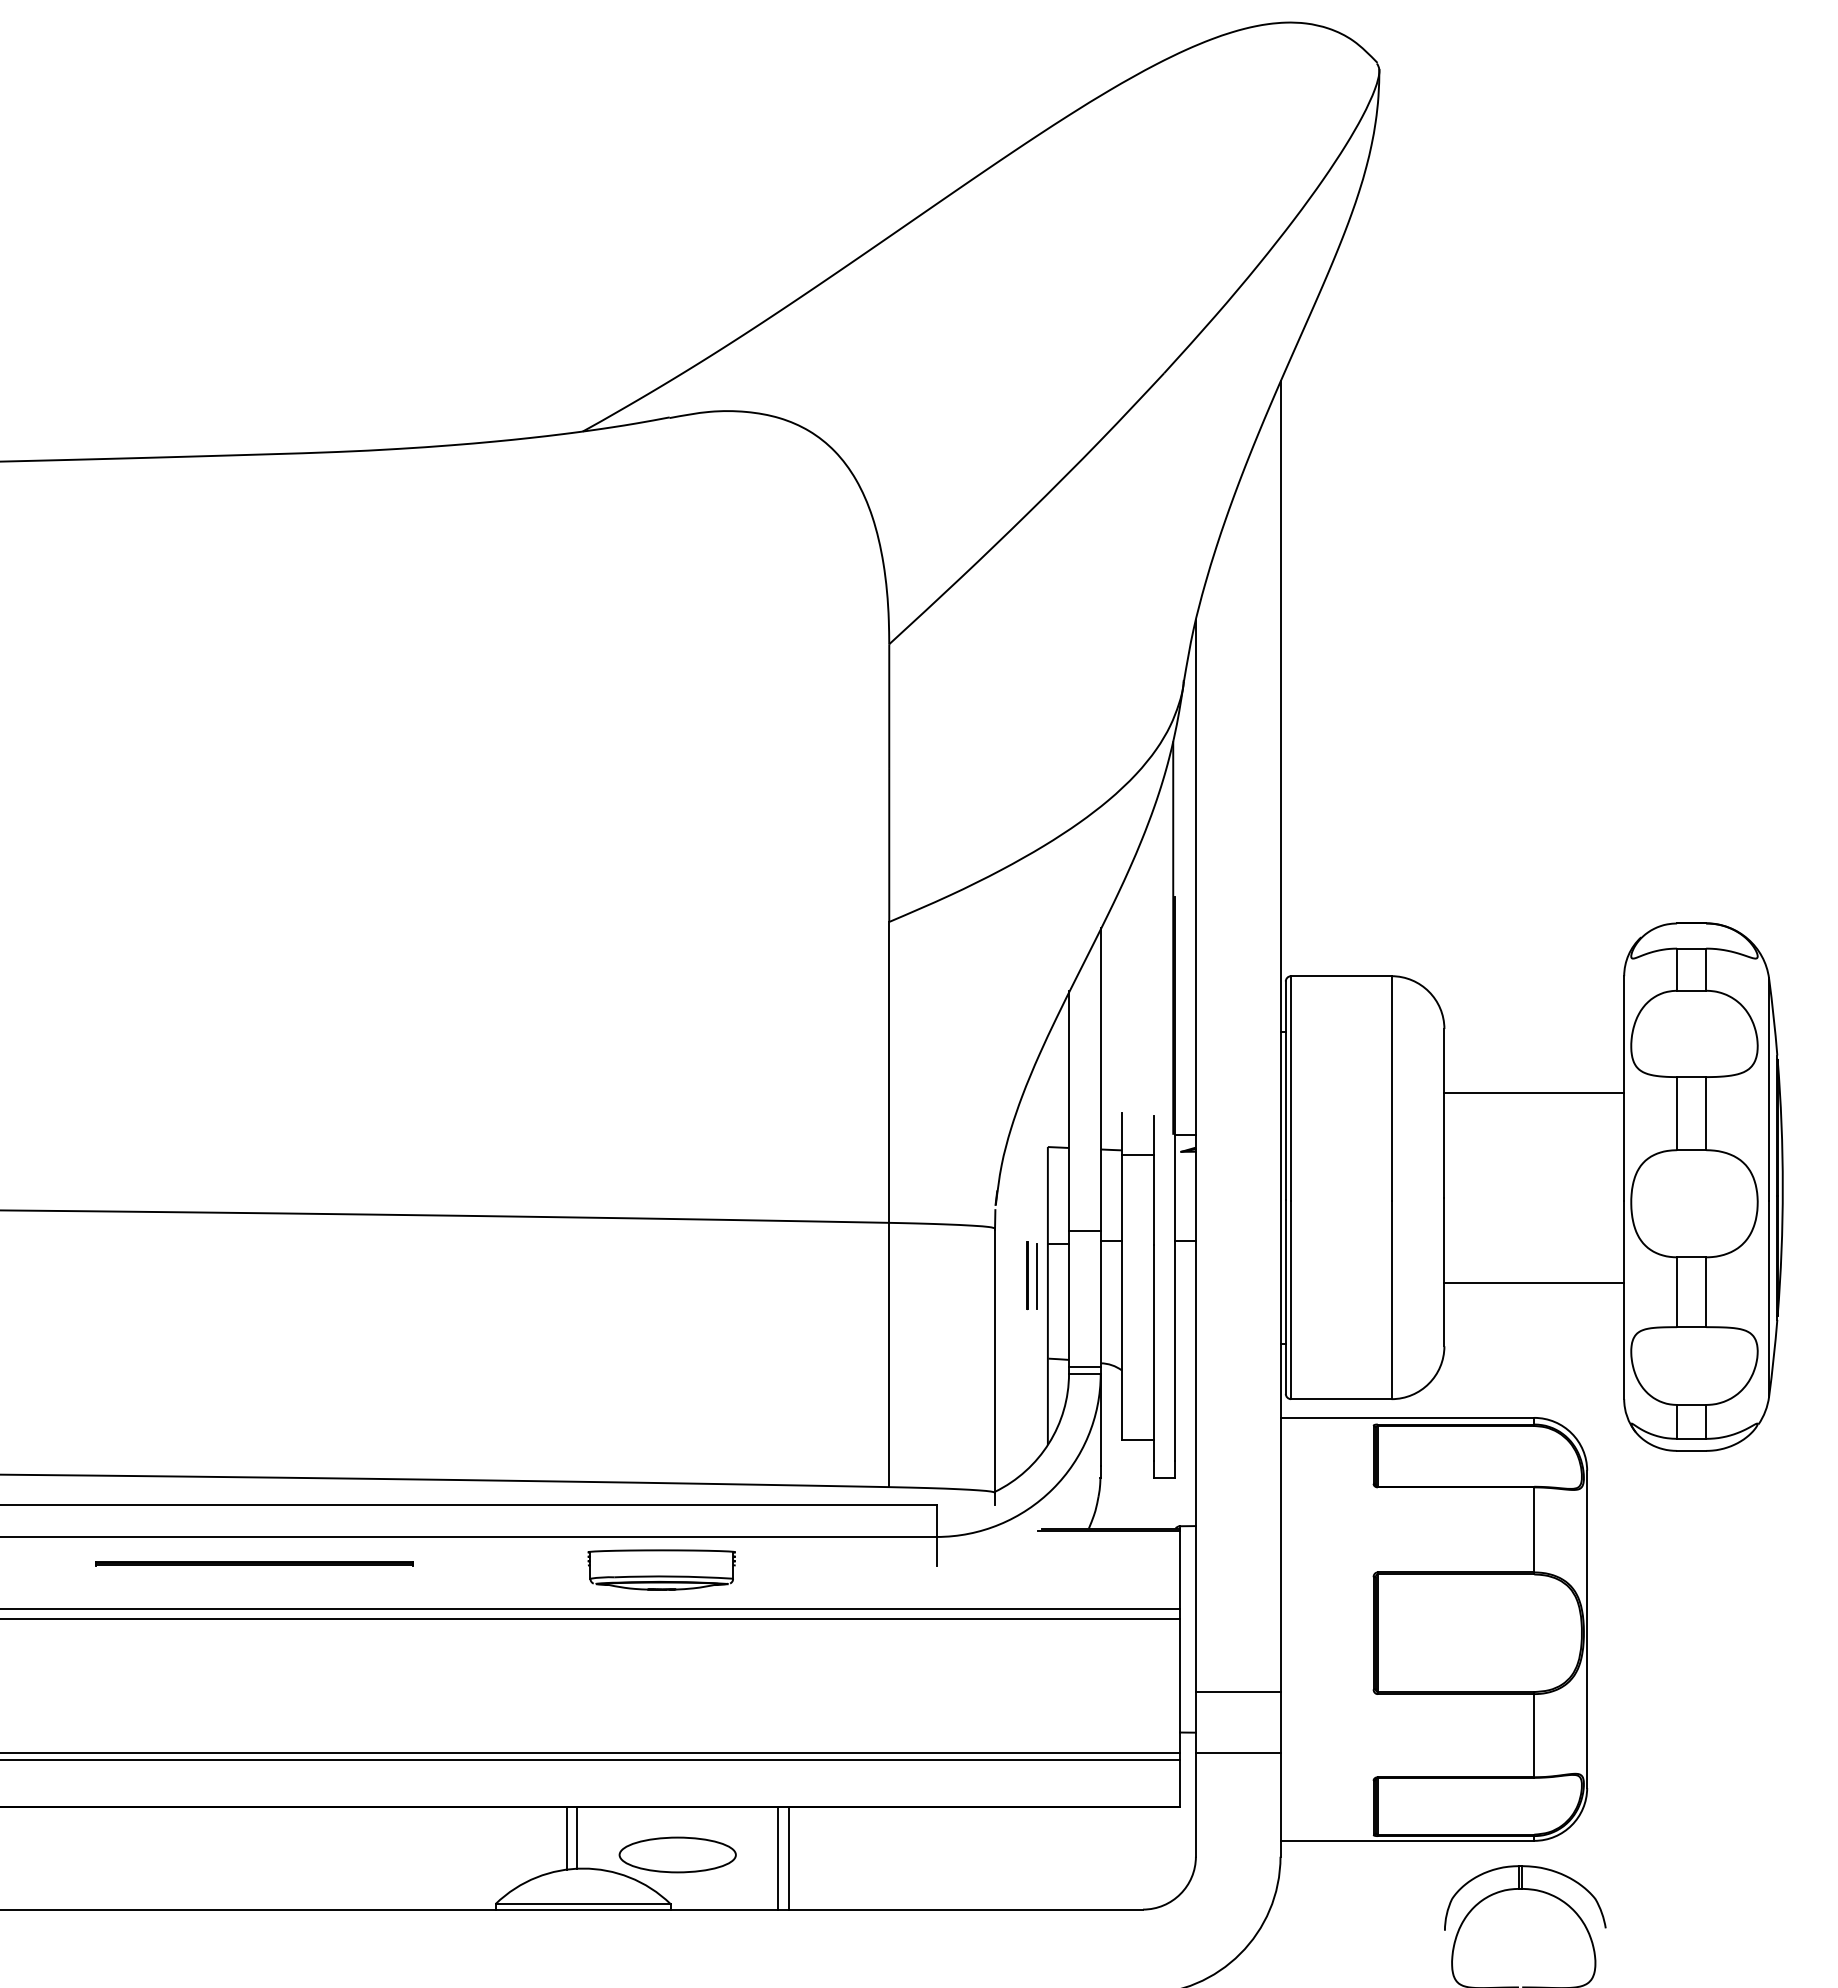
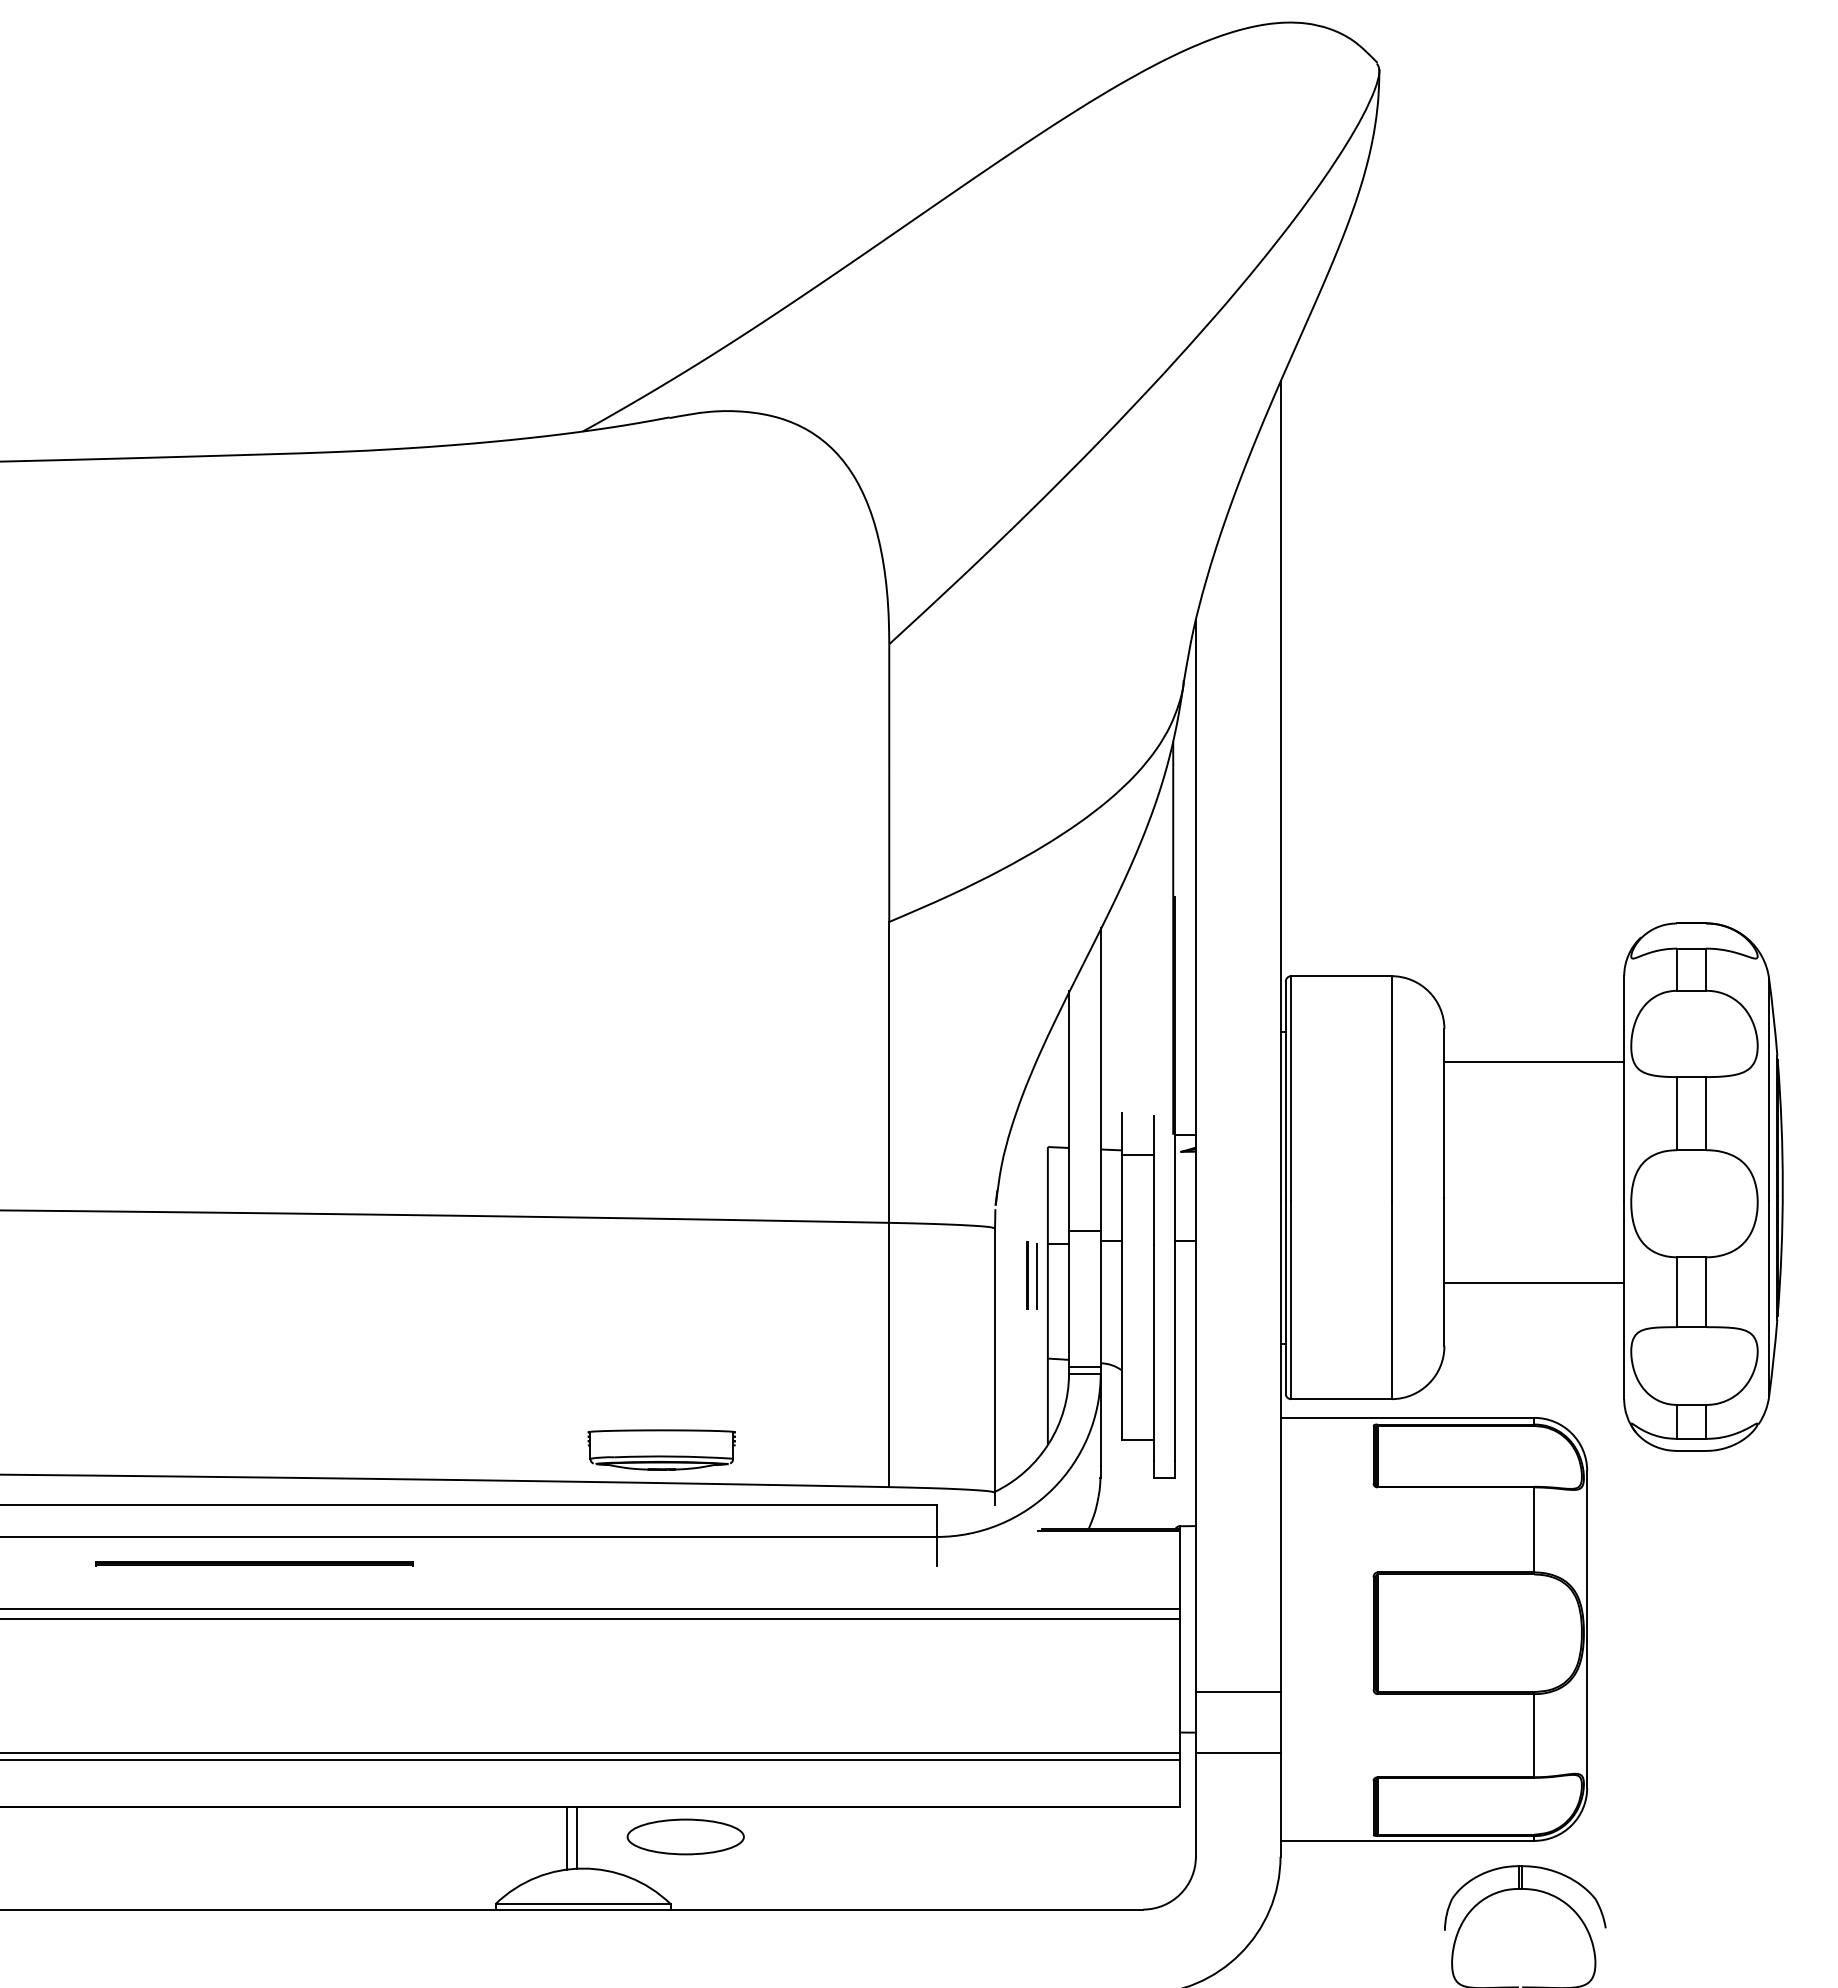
line at (1534, 1092) position: (1534, 1092) -> (1534, 1061)
part at (661, 1569) position: (661, 1569) -> (661, 1449)
part at (677, 1854) position: (677, 1854) -> (685, 1836)
line at (778, 1858): present -> none
line at (788, 1858): present -> none
